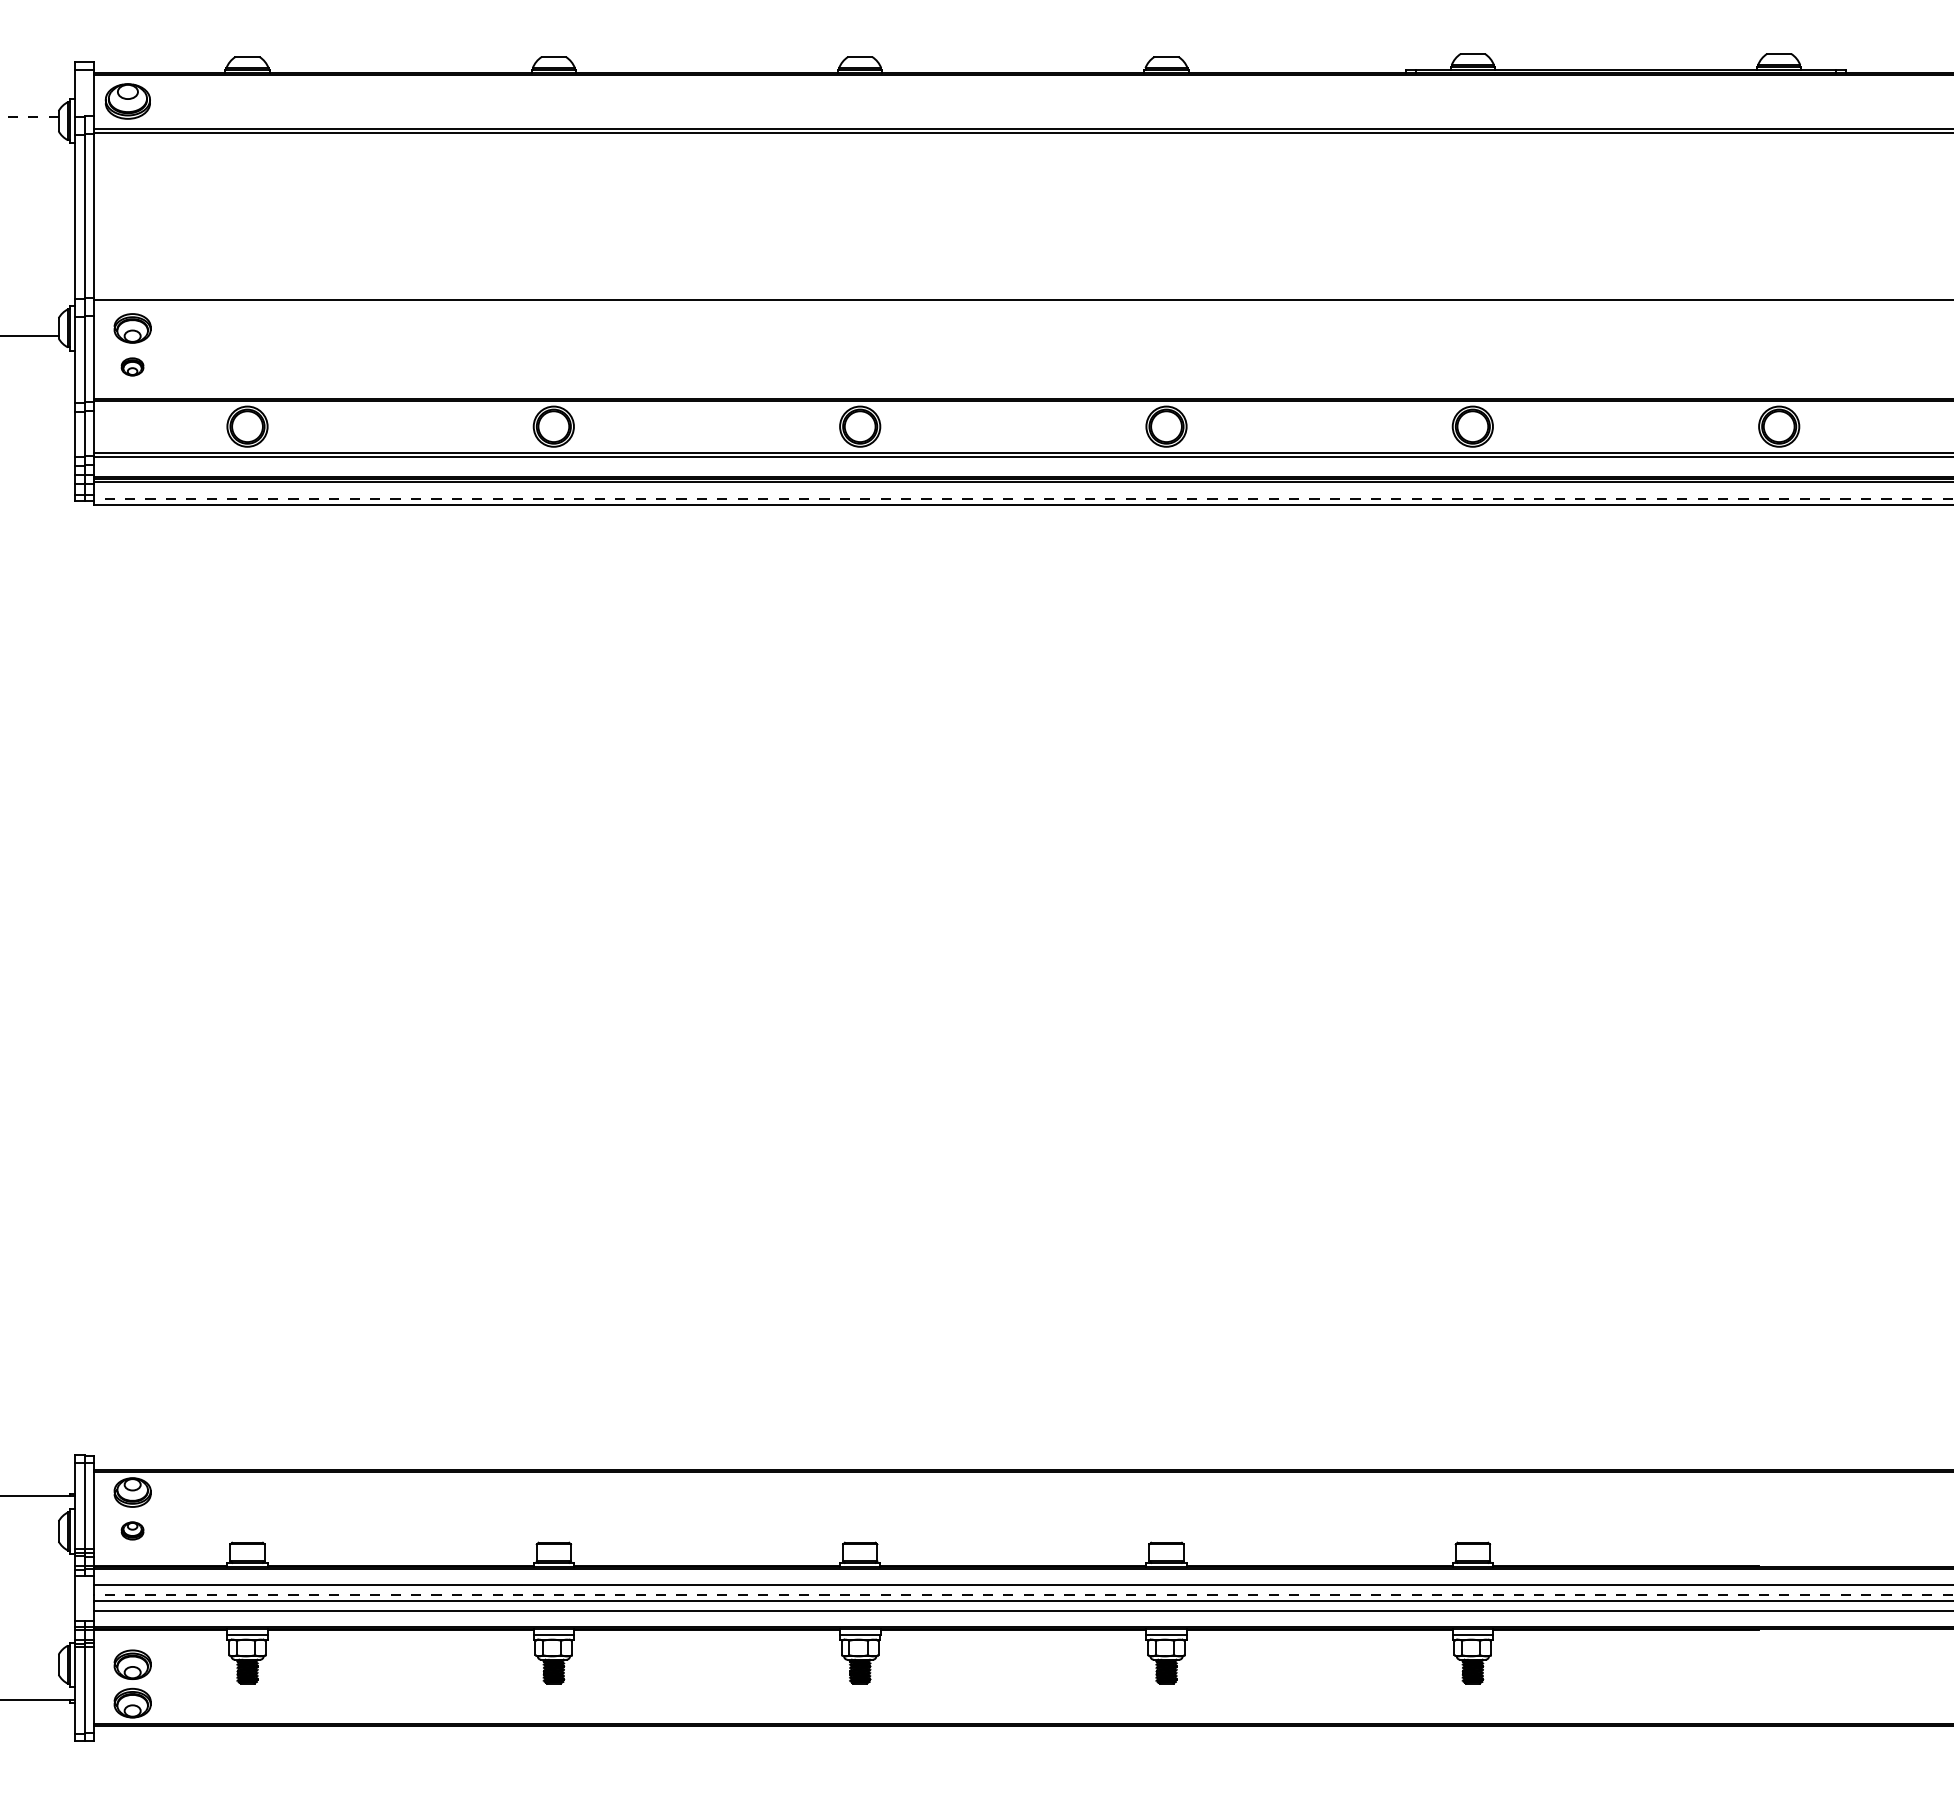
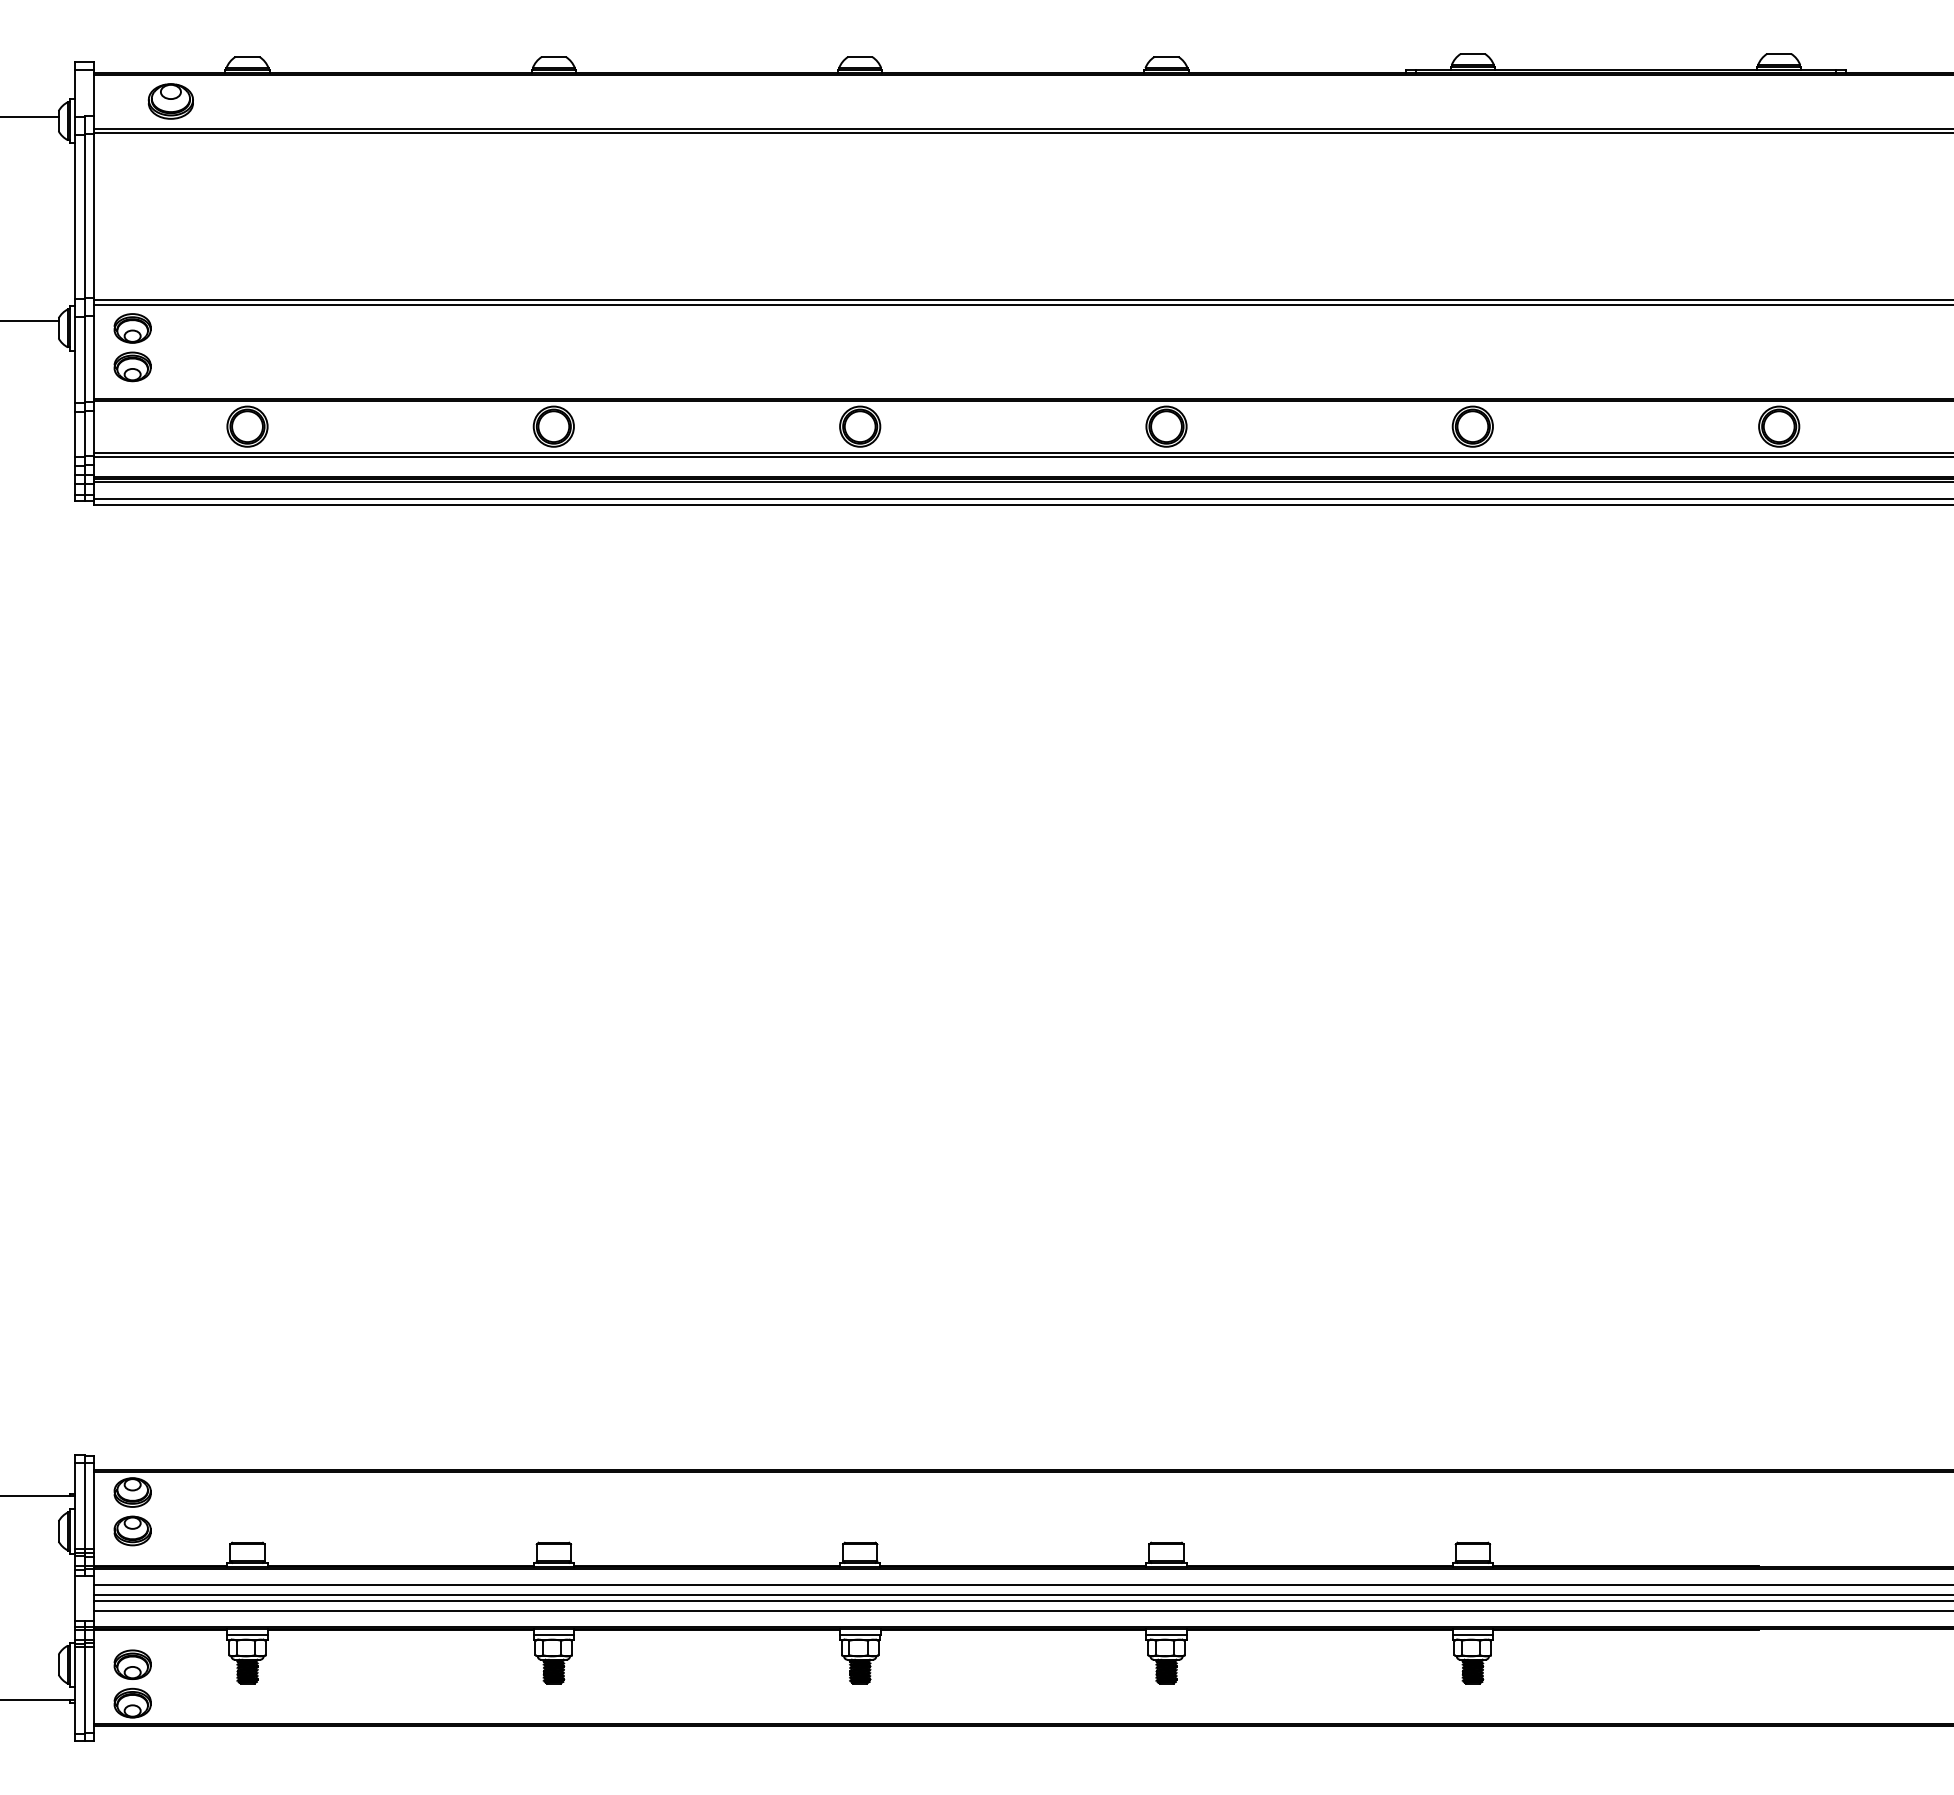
part at (127, 101) position: (127, 101) -> (170, 101)
line at (29, 117): dashed -> solid
line at (1022, 304): none -> present
line at (30, 336) position: (30, 336) -> (30, 321)
part at (132, 366) size: 25x20 px -> 39x32 px
line at (1024, 499): dashed -> solid
part at (132, 1530) size: 25x20 px -> 39x32 px
line at (1023, 1594): dashed -> solid
